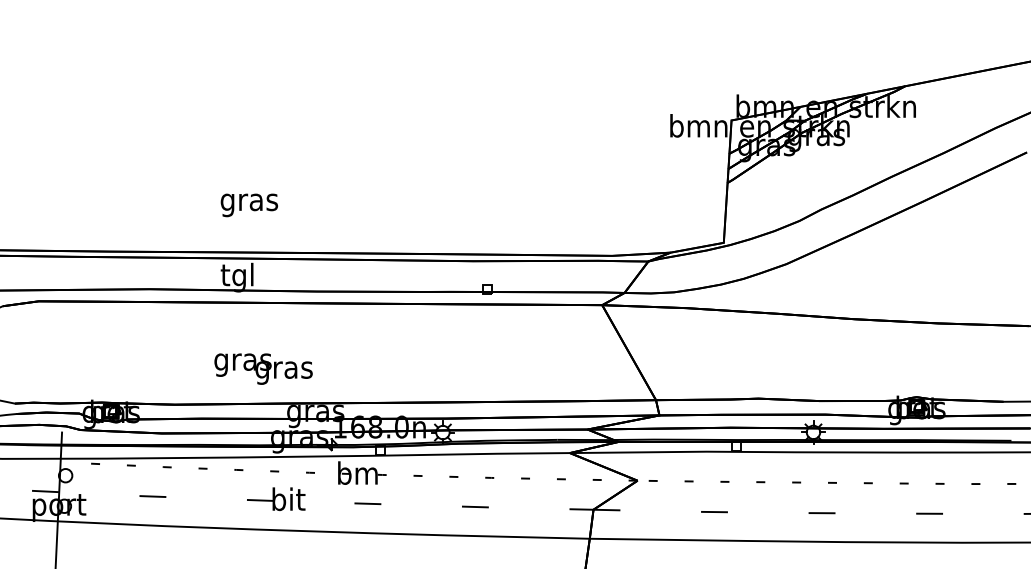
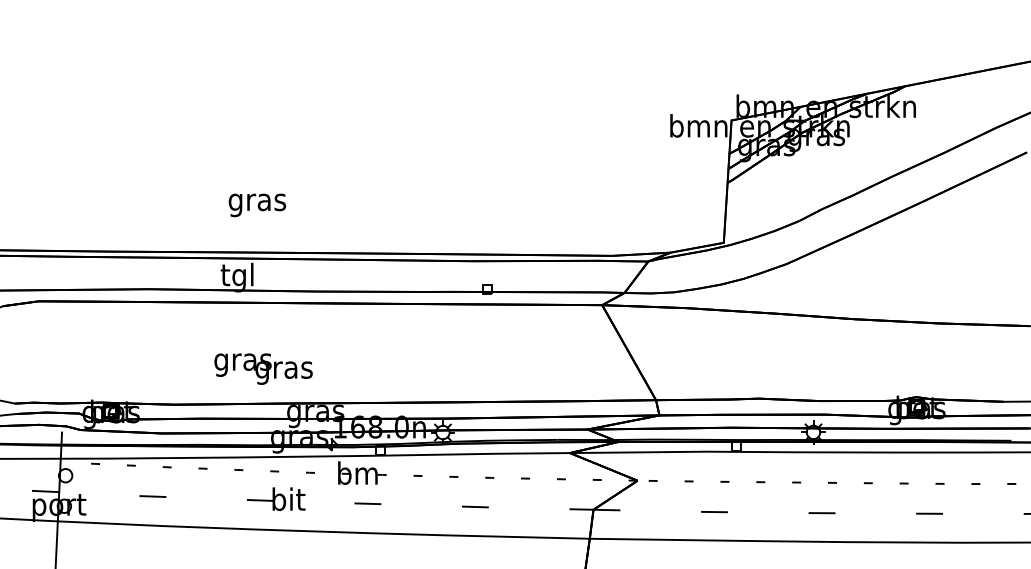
text at (248, 205) position: (248, 205) -> (256, 205)
